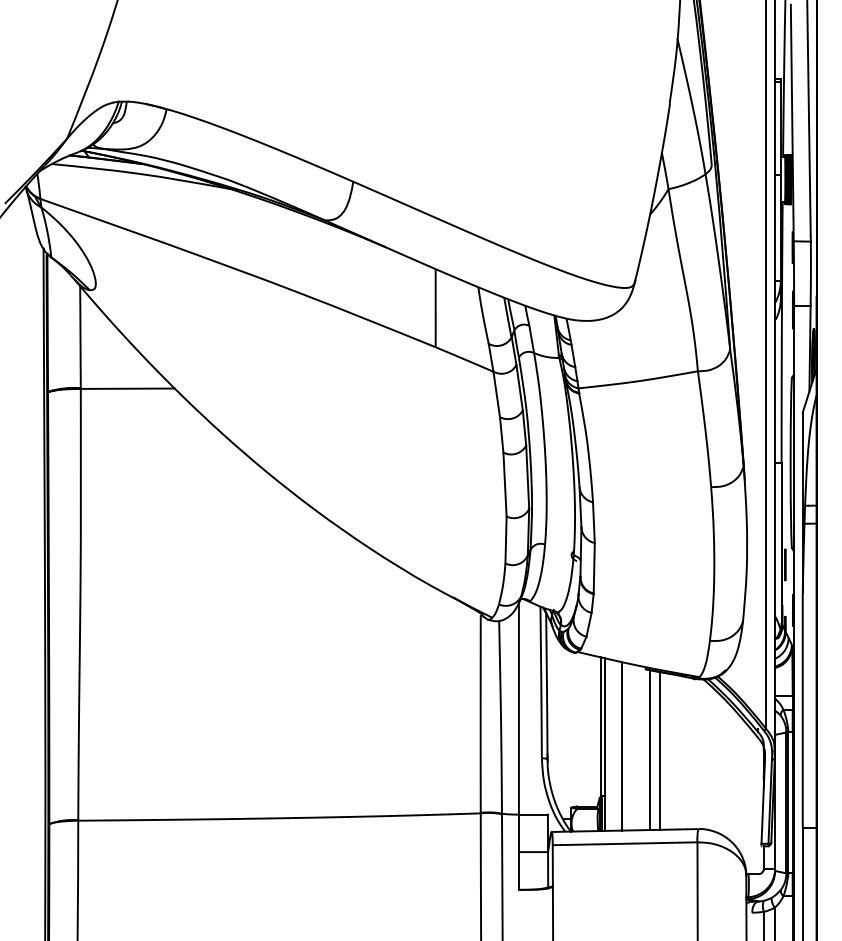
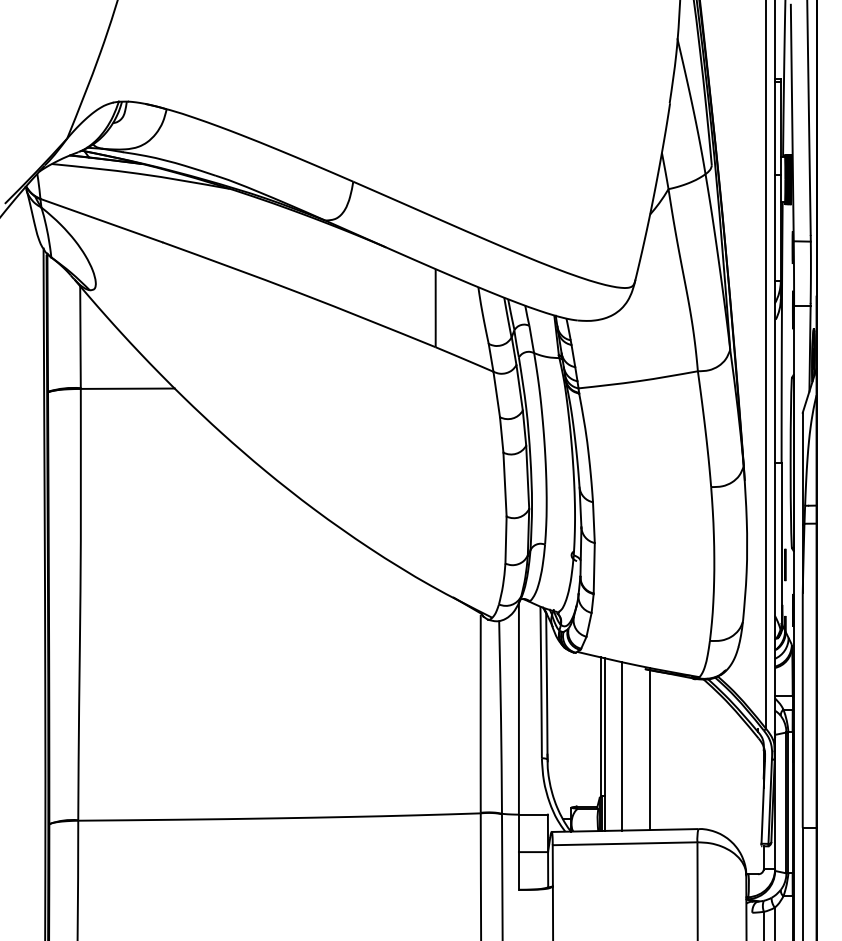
line at (659, 750): present -> none
